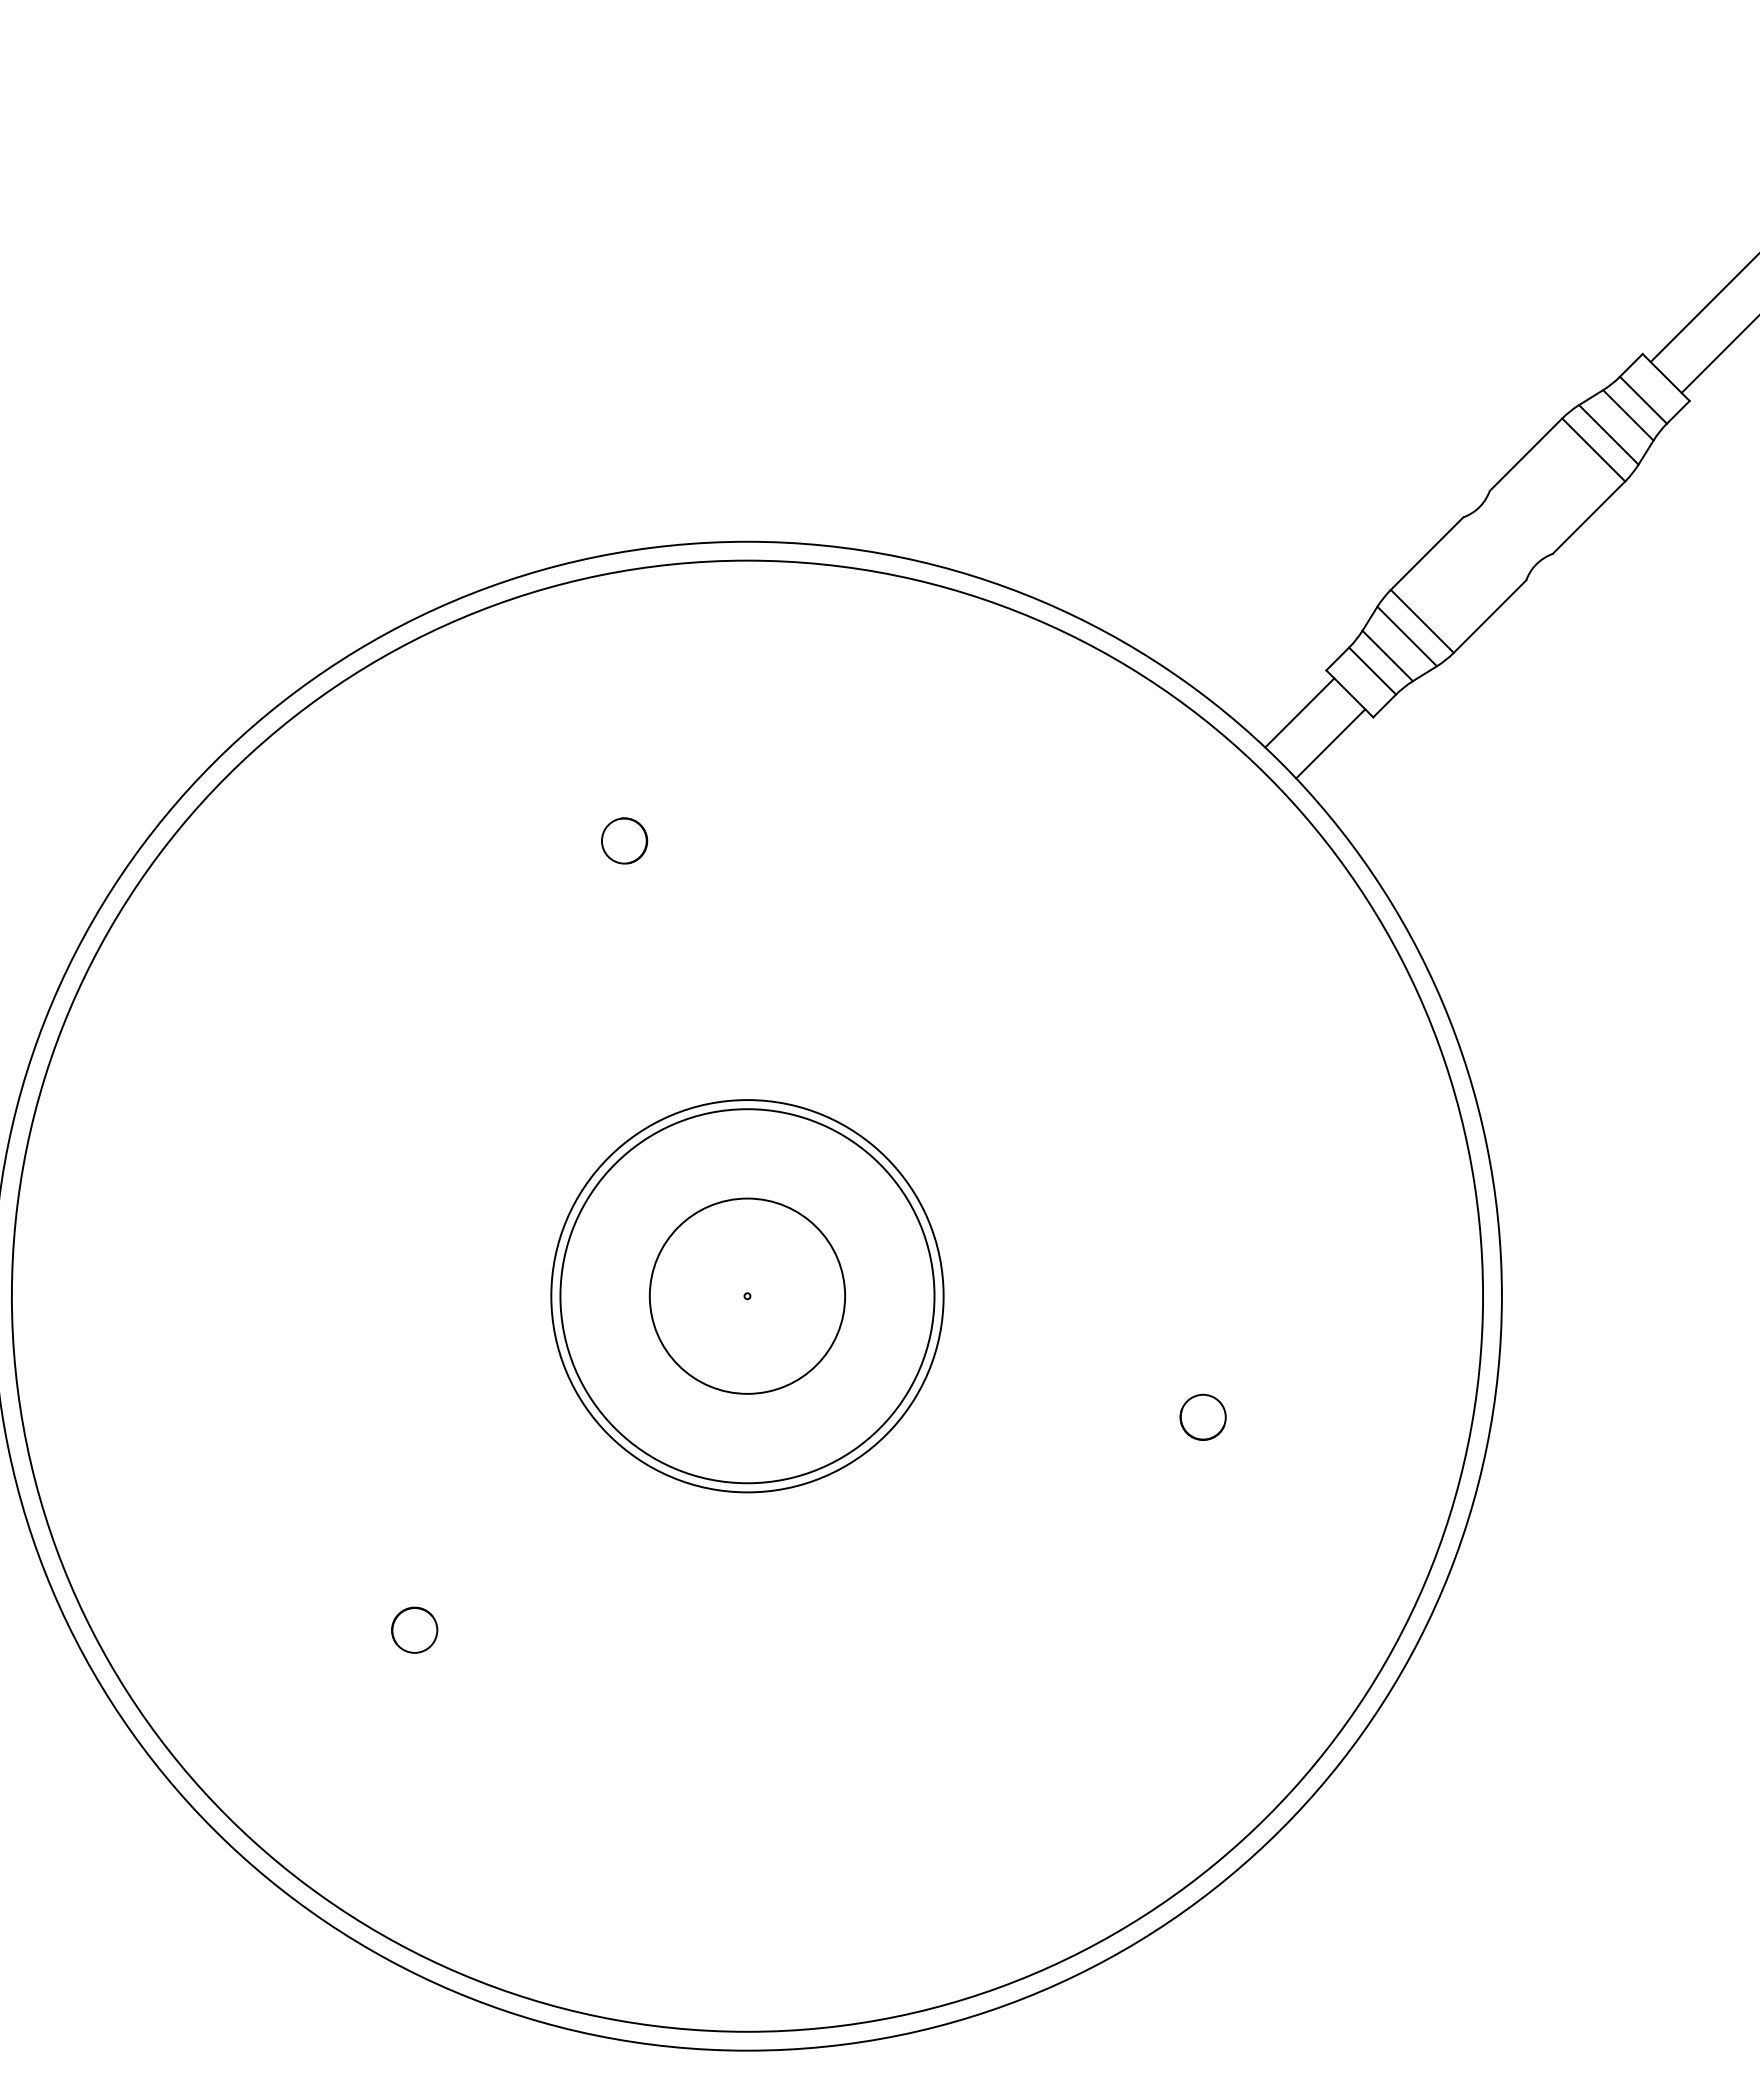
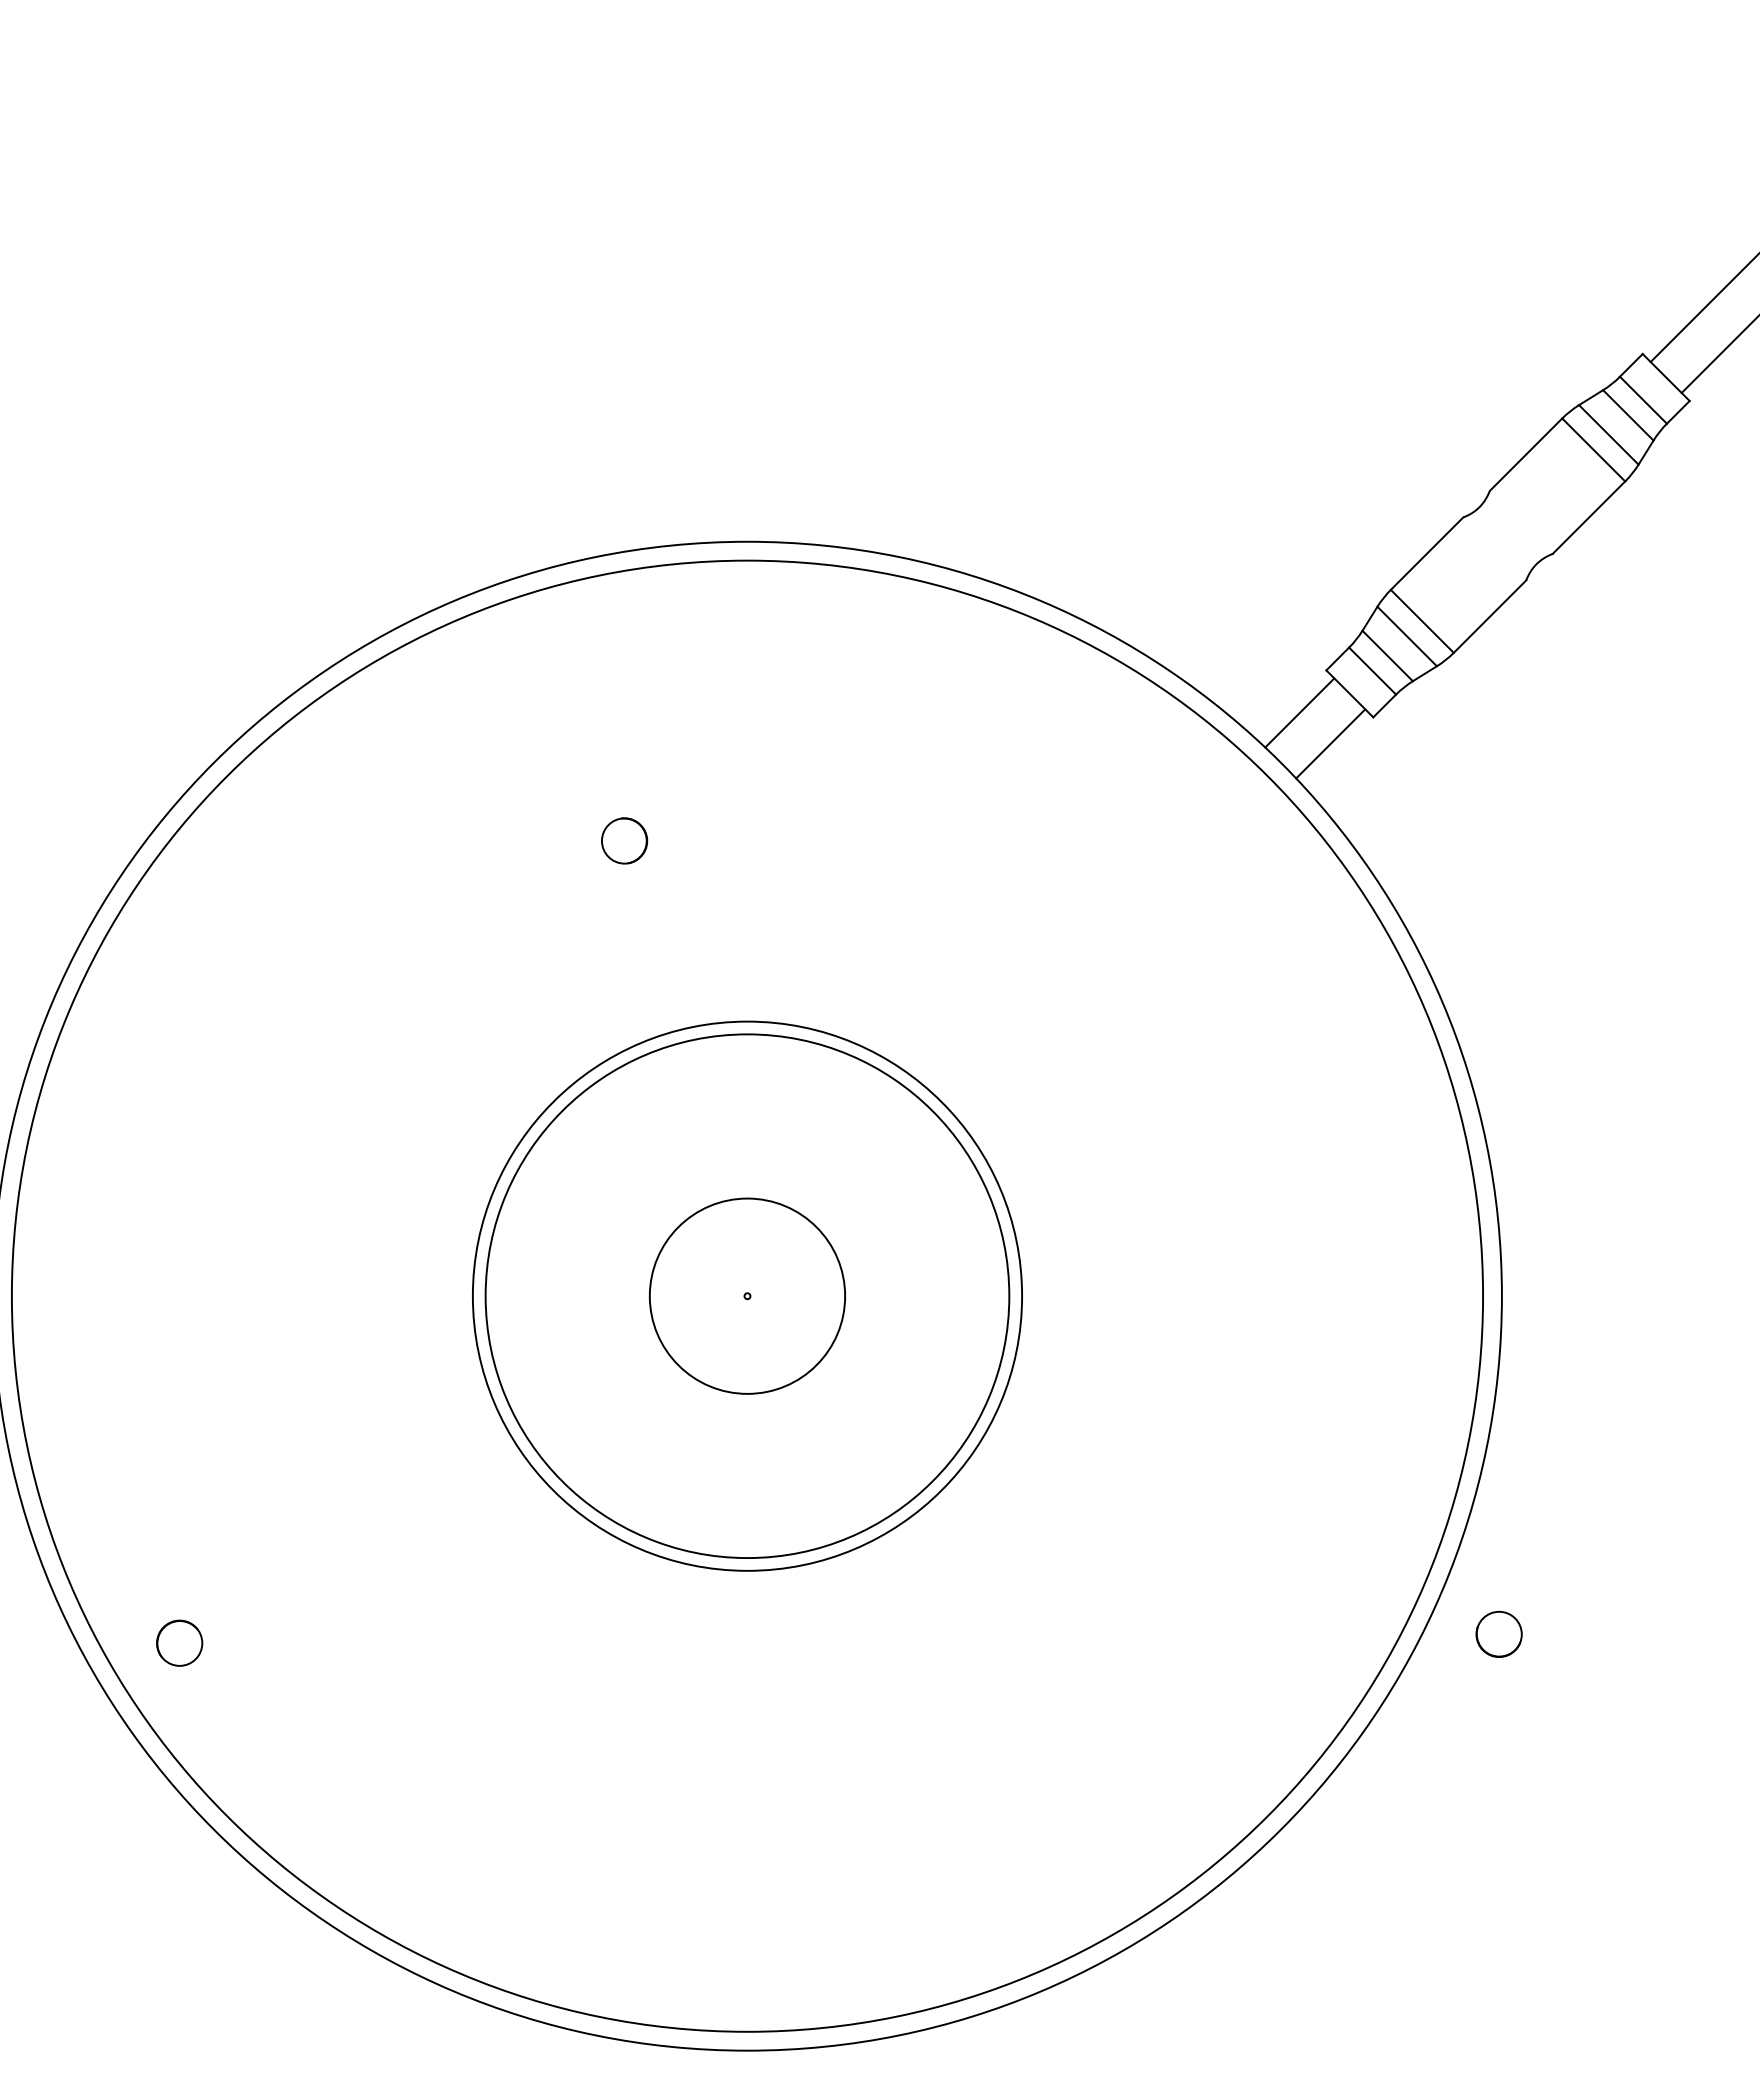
circle at (747, 1296) diameter: 374 px -> 524 px
circle at (747, 1296) diameter: 392 px -> 549 px
circle at (1202, 1416) position: (1202, 1416) -> (1498, 1633)
circle at (414, 1629) position: (414, 1629) -> (179, 1642)
